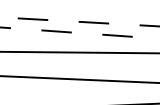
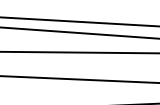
line at (80, 21): dashed -> solid
line at (79, 33): dashed -> solid
